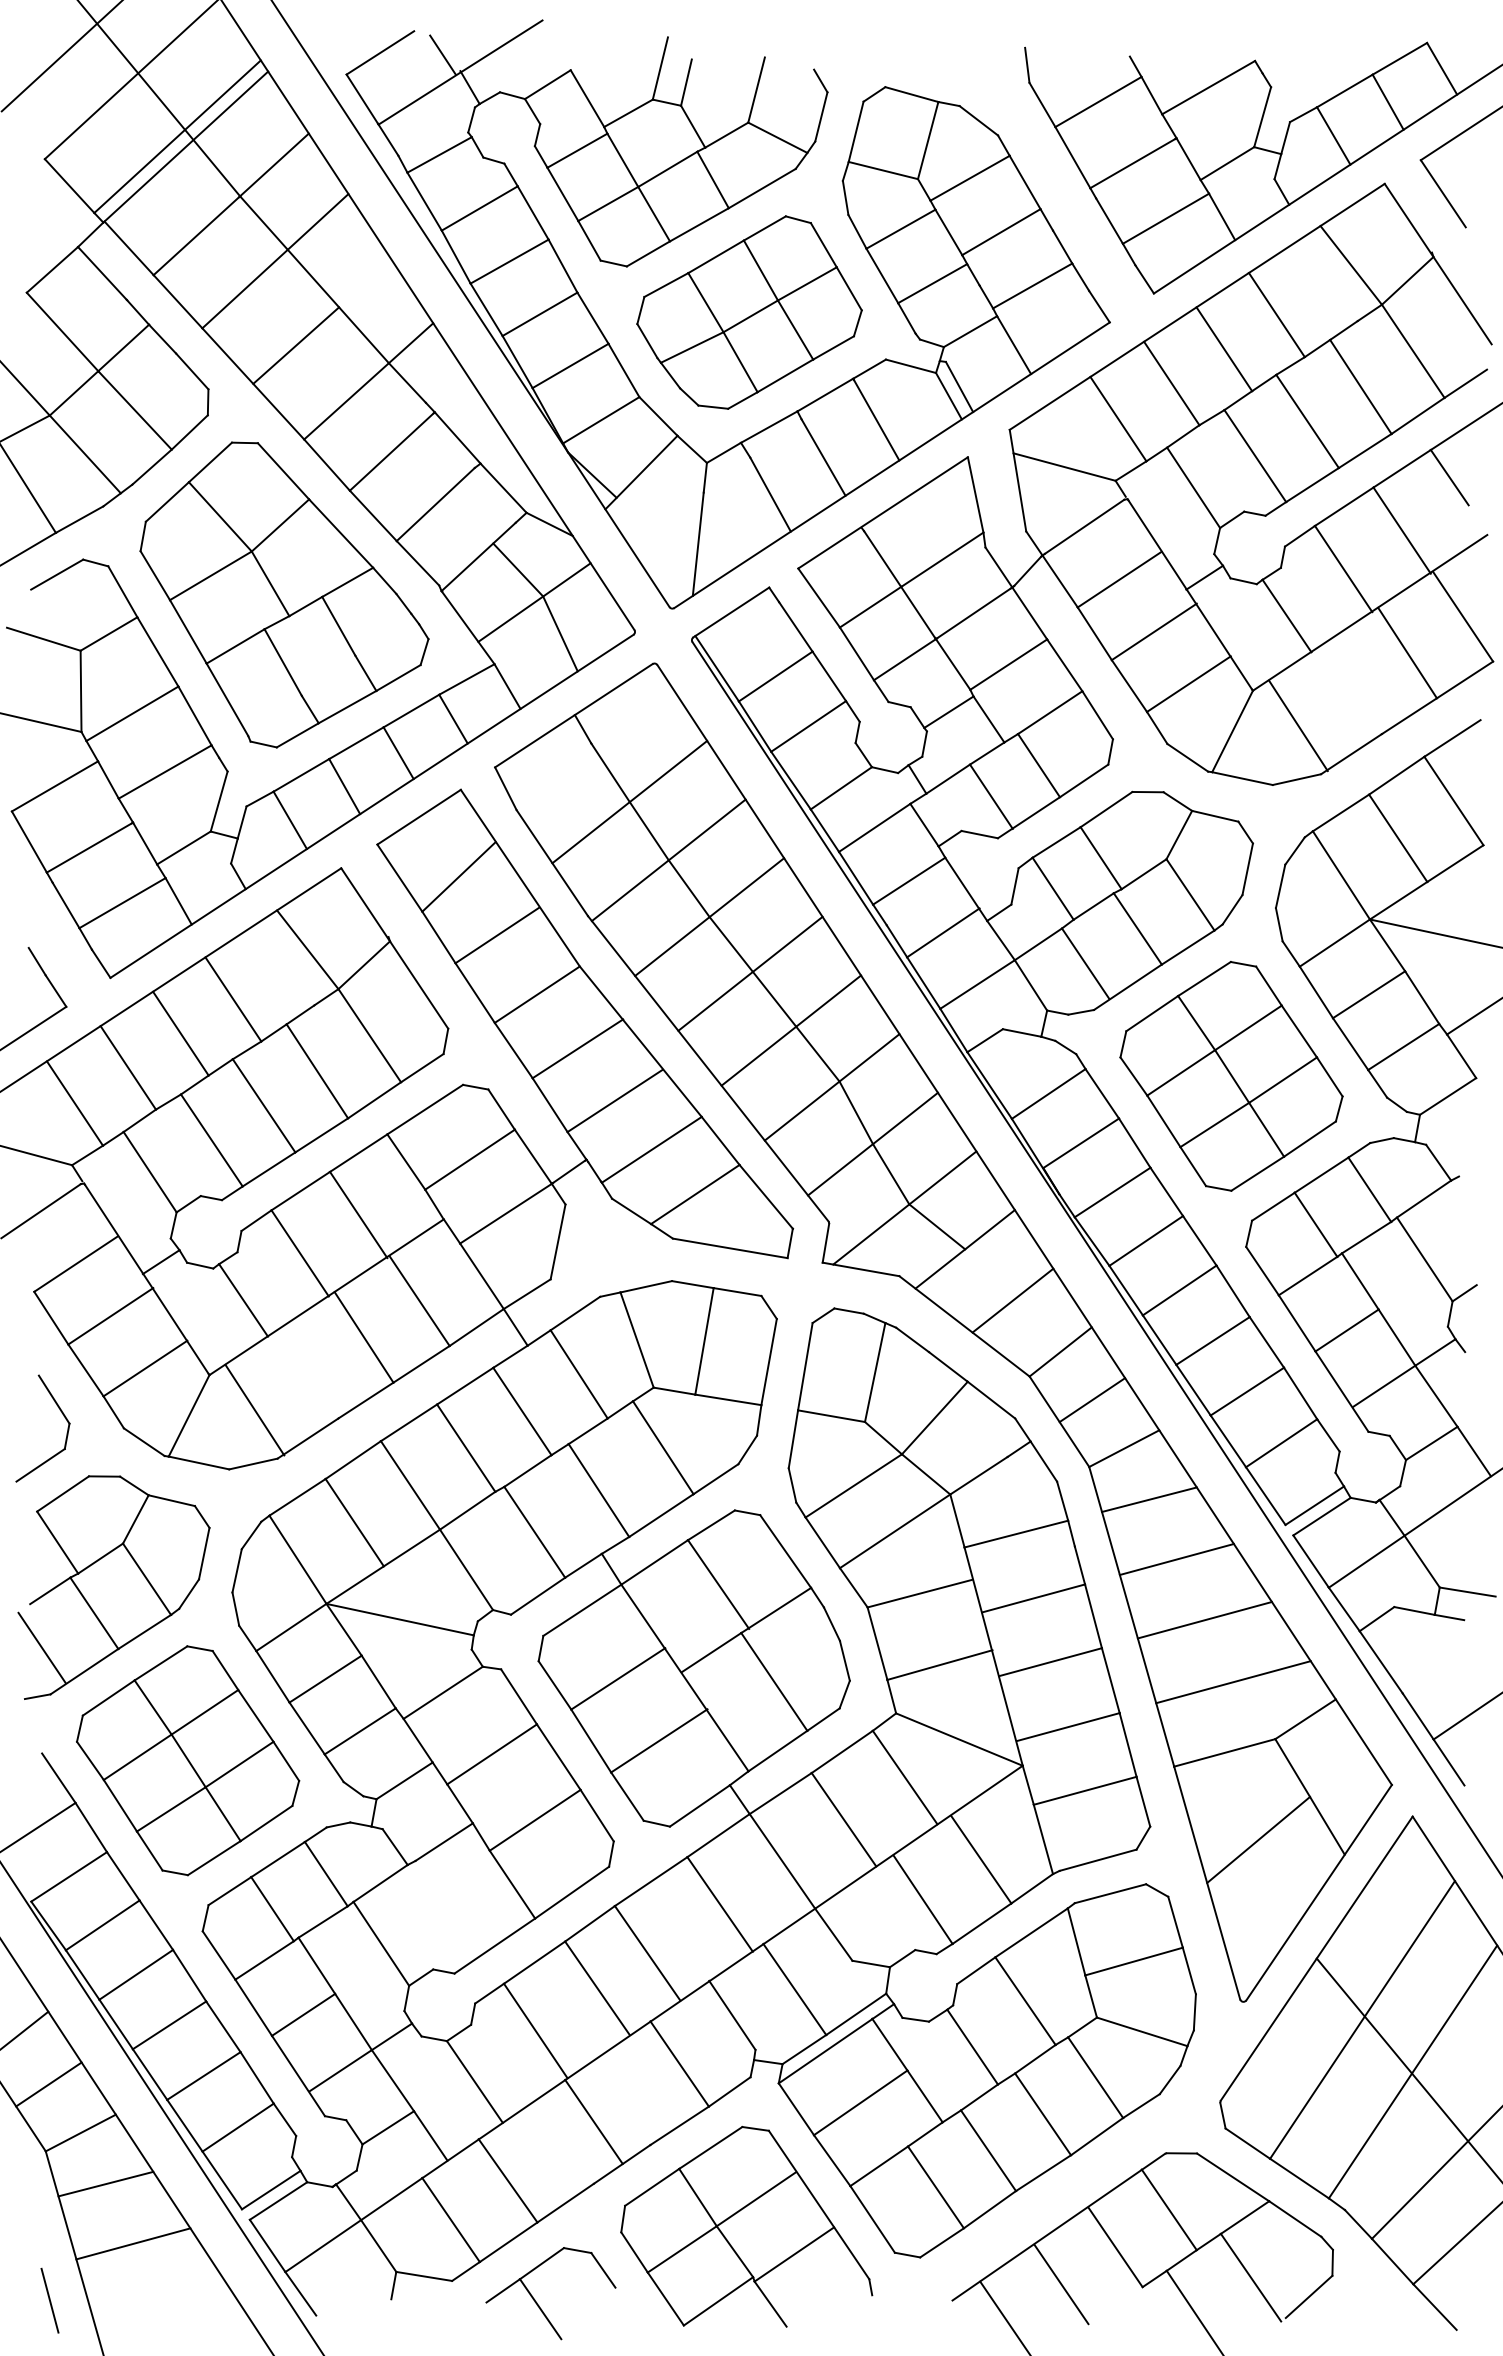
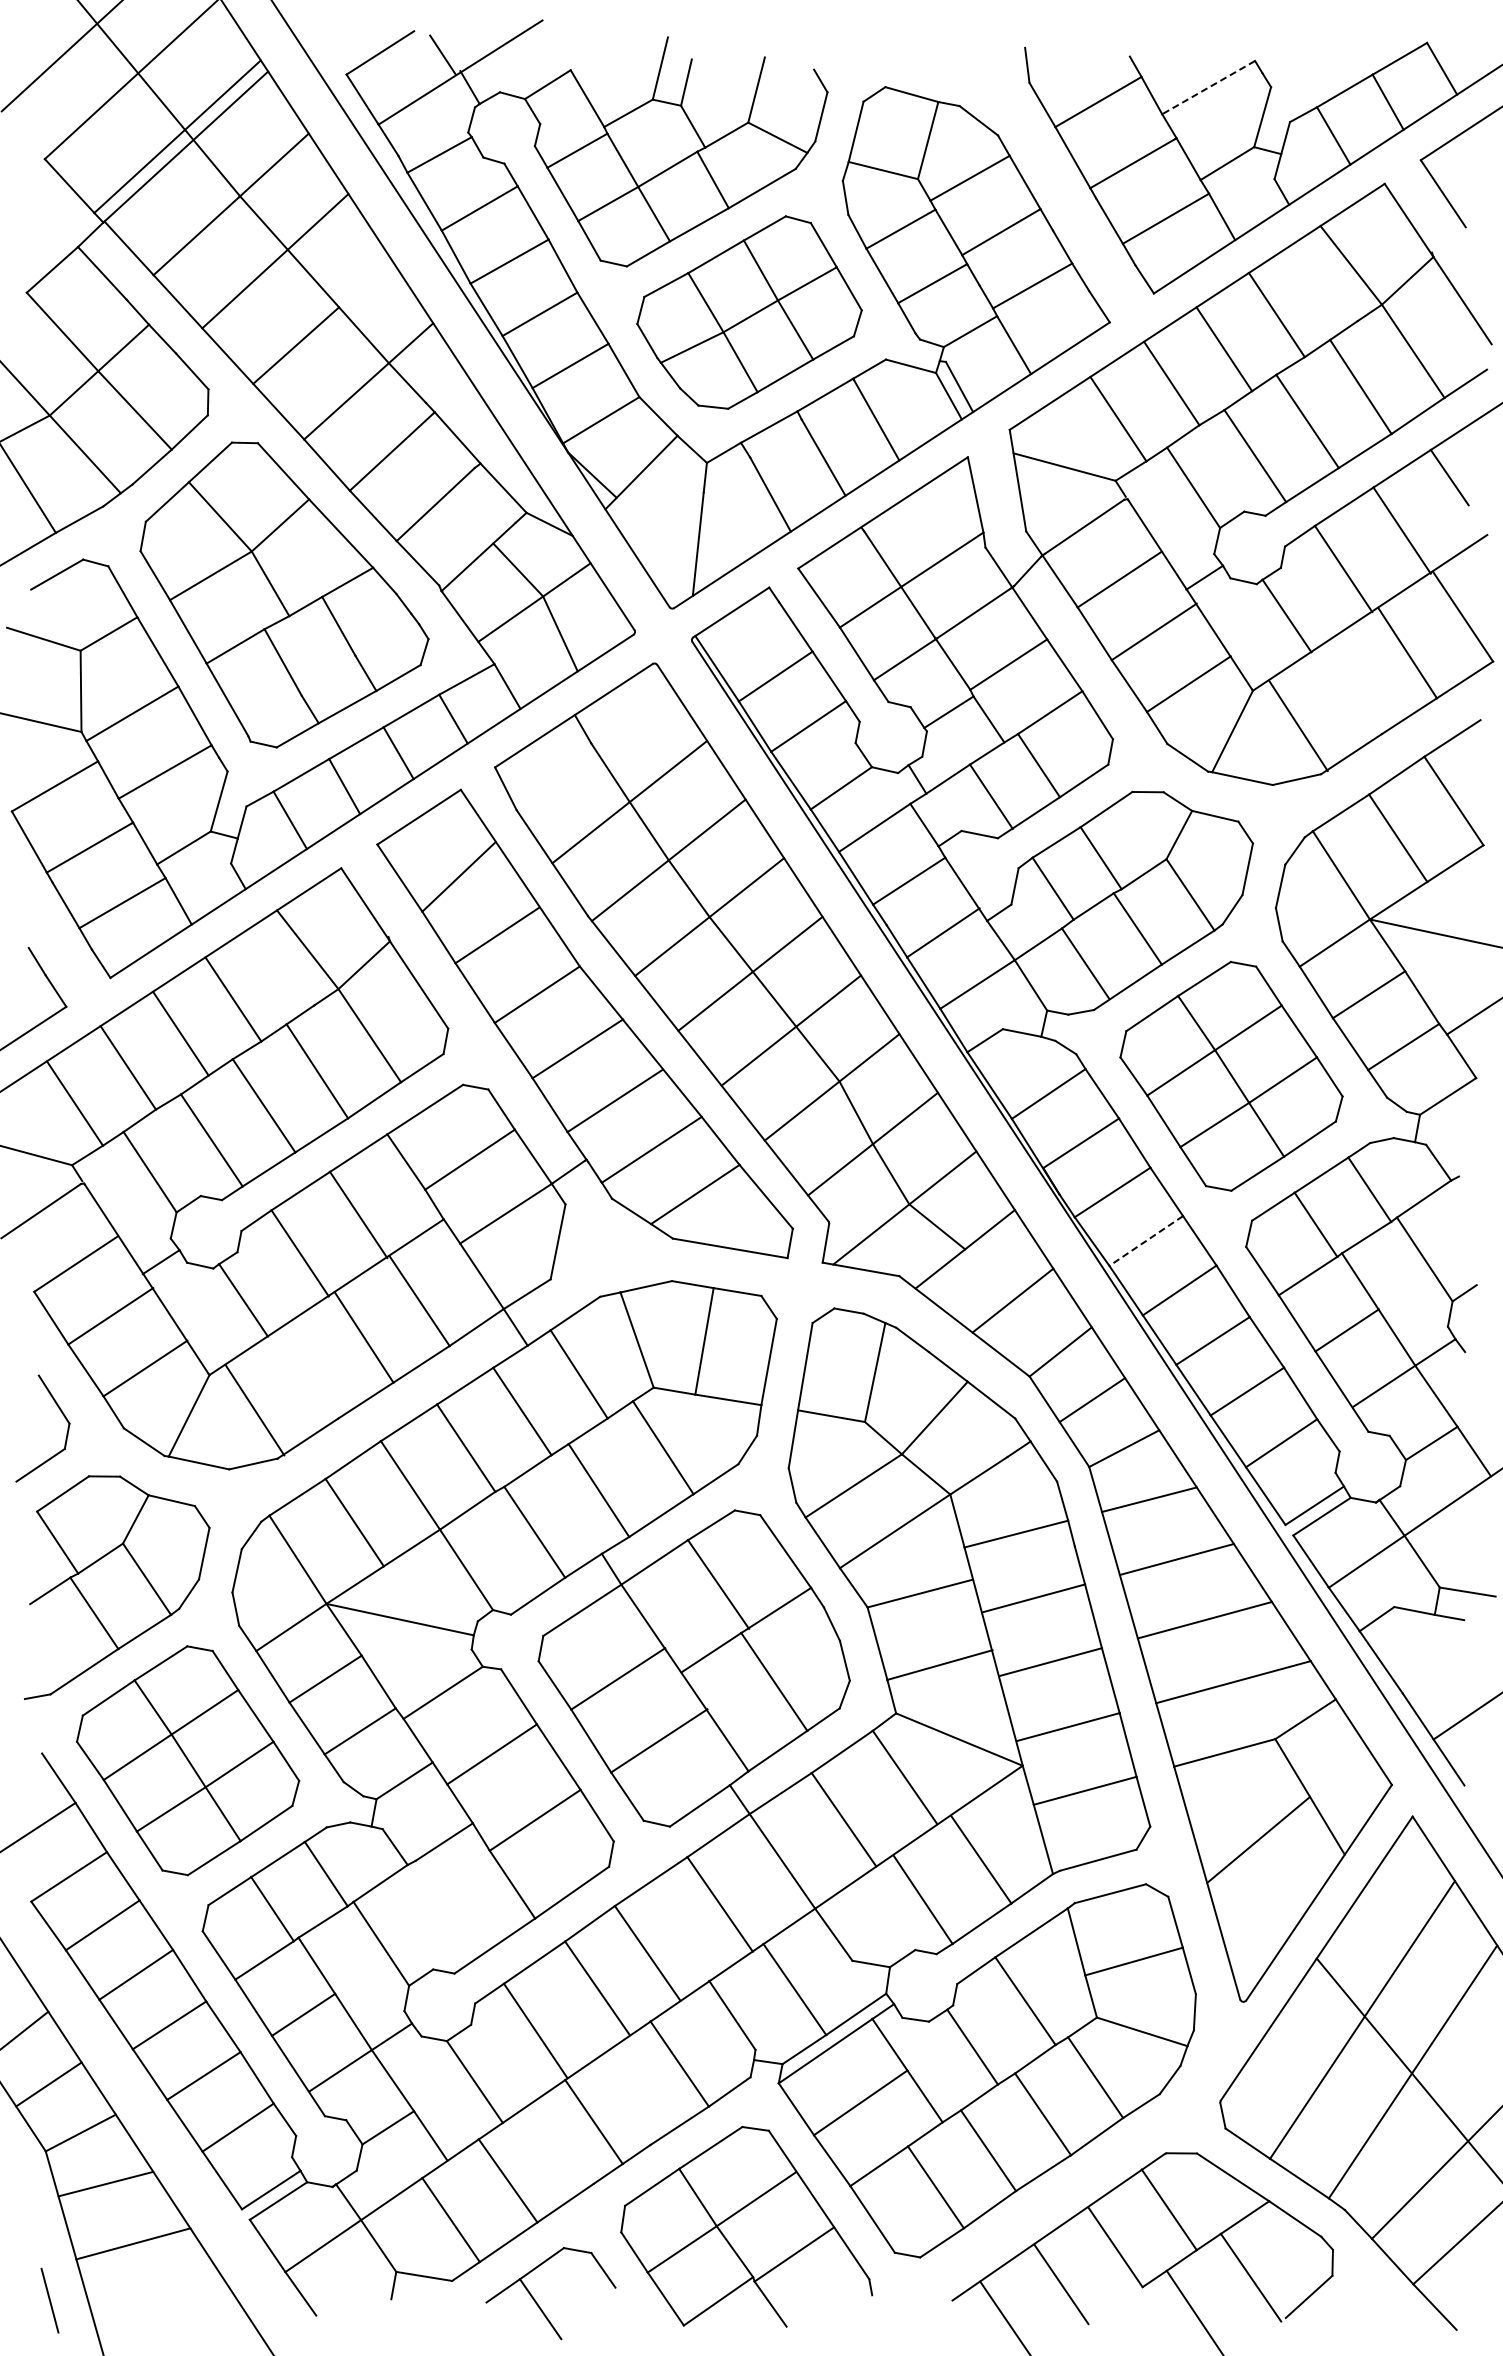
line at (1208, 87): solid -> dashed
line at (1145, 1241): solid -> dashed
line at (41, 1647): present -> none
line at (161, 2108): present -> none
